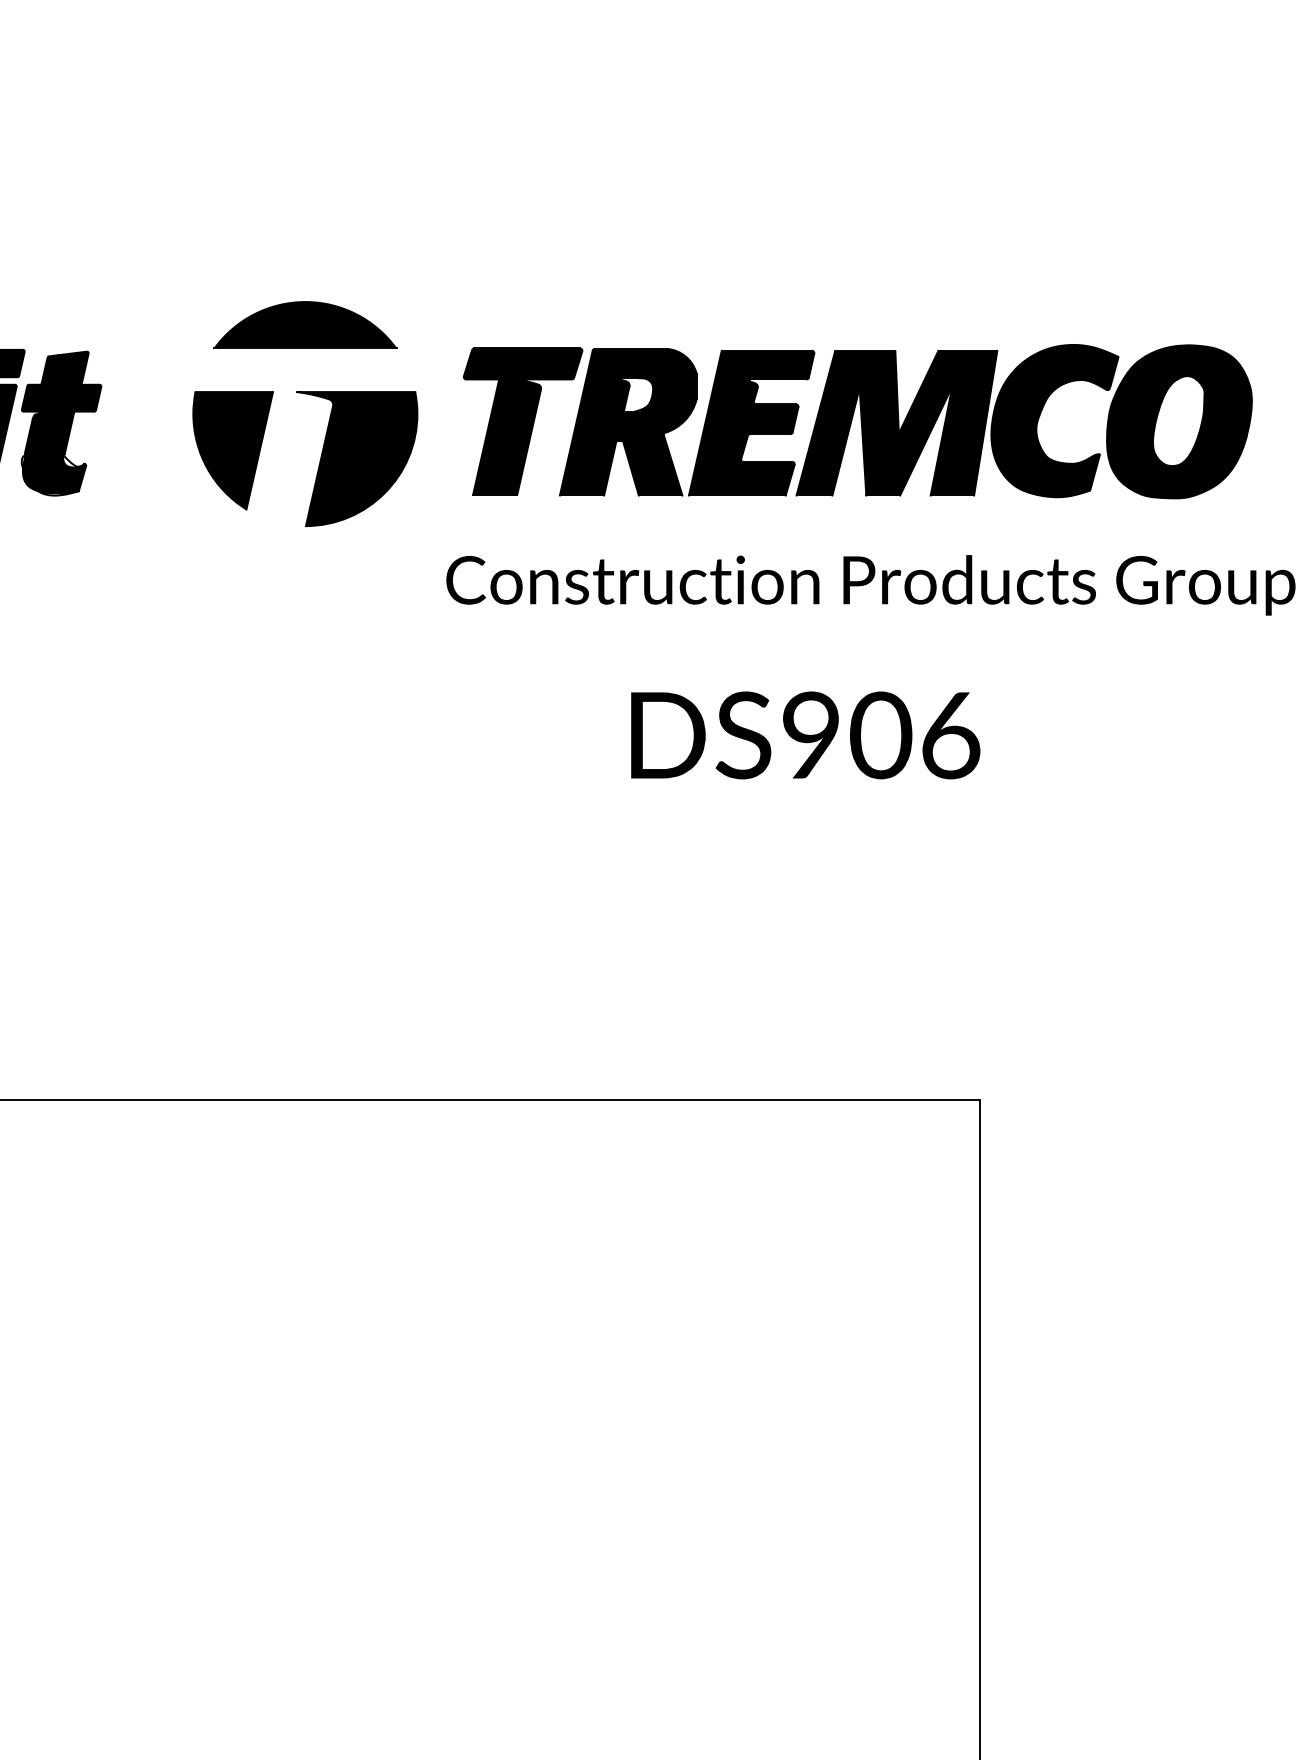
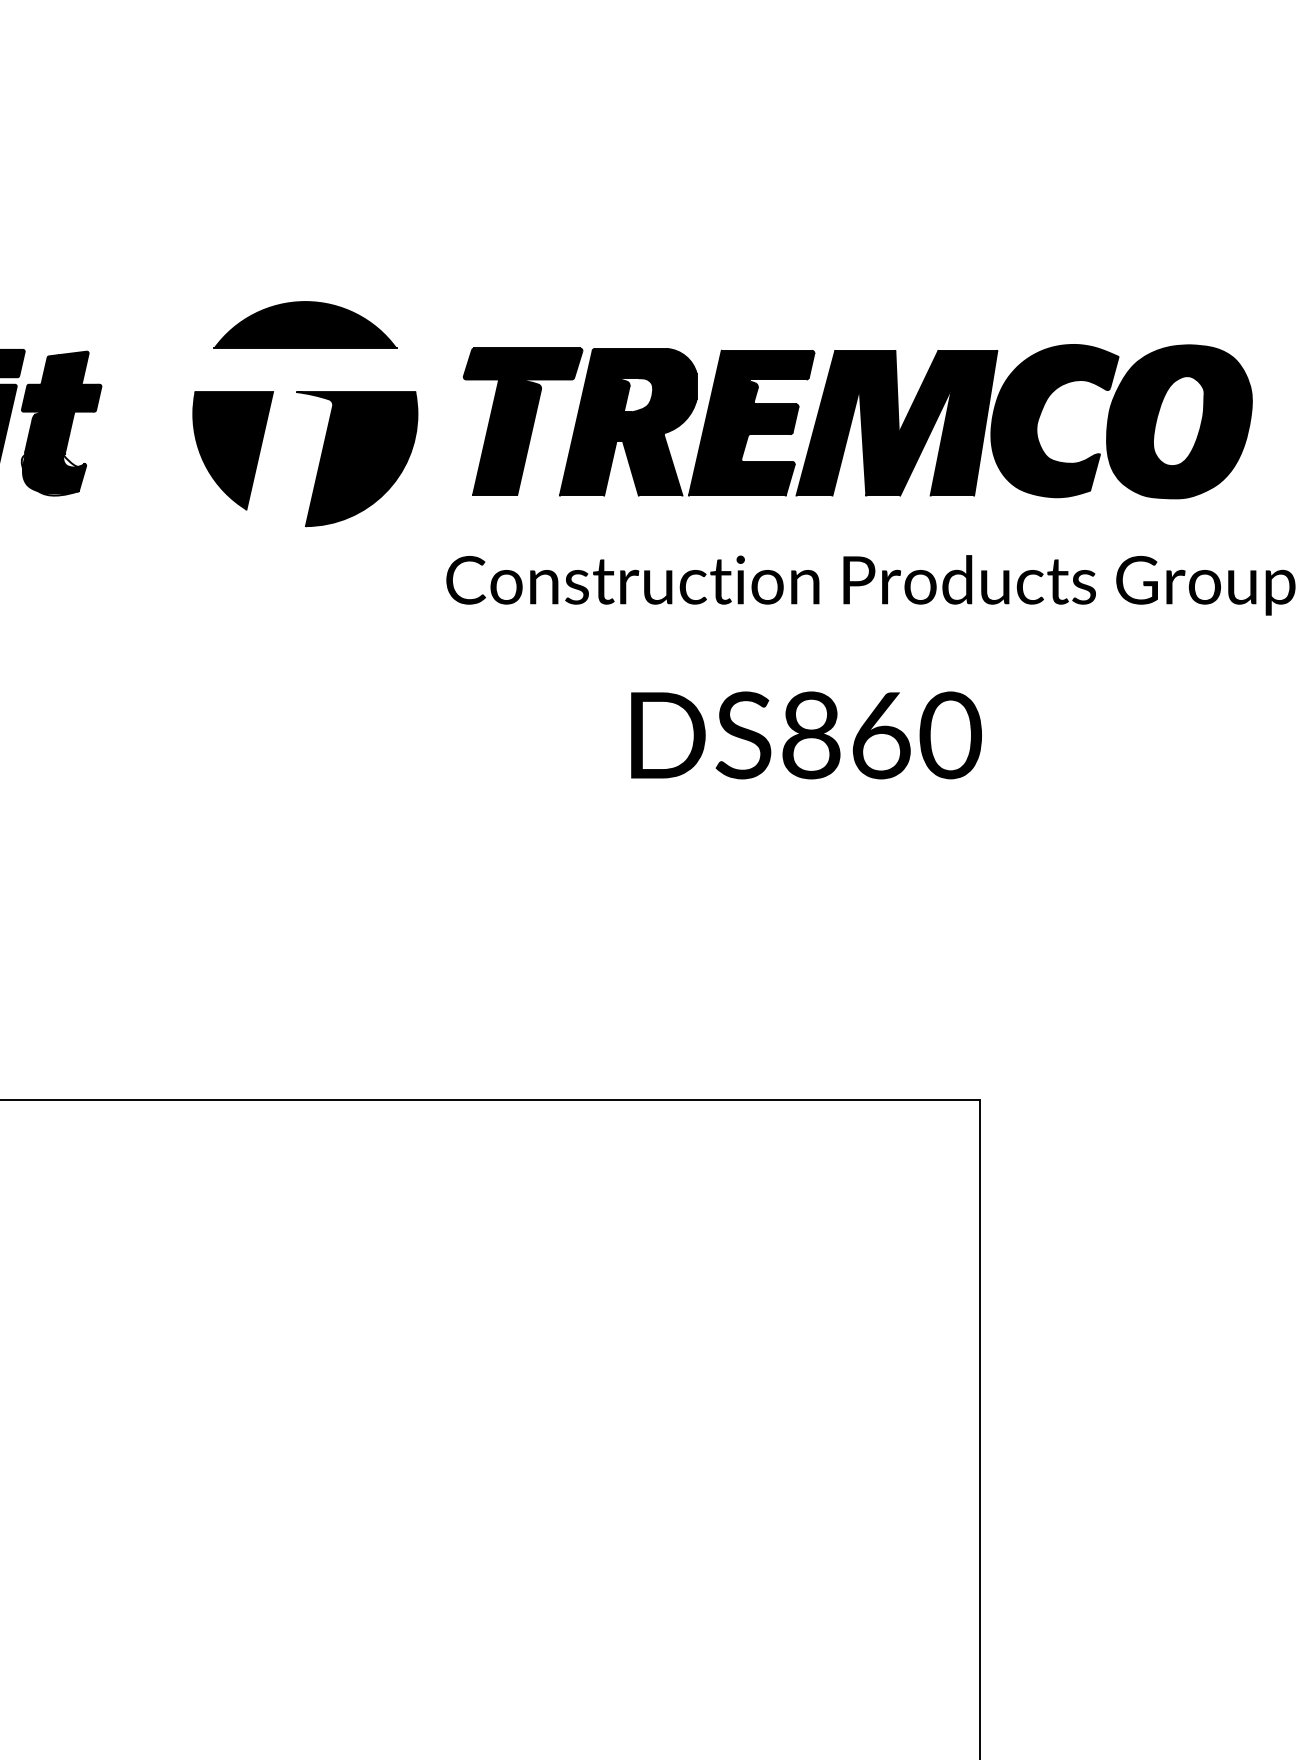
text at (881, 735): DS906 -> DS860
